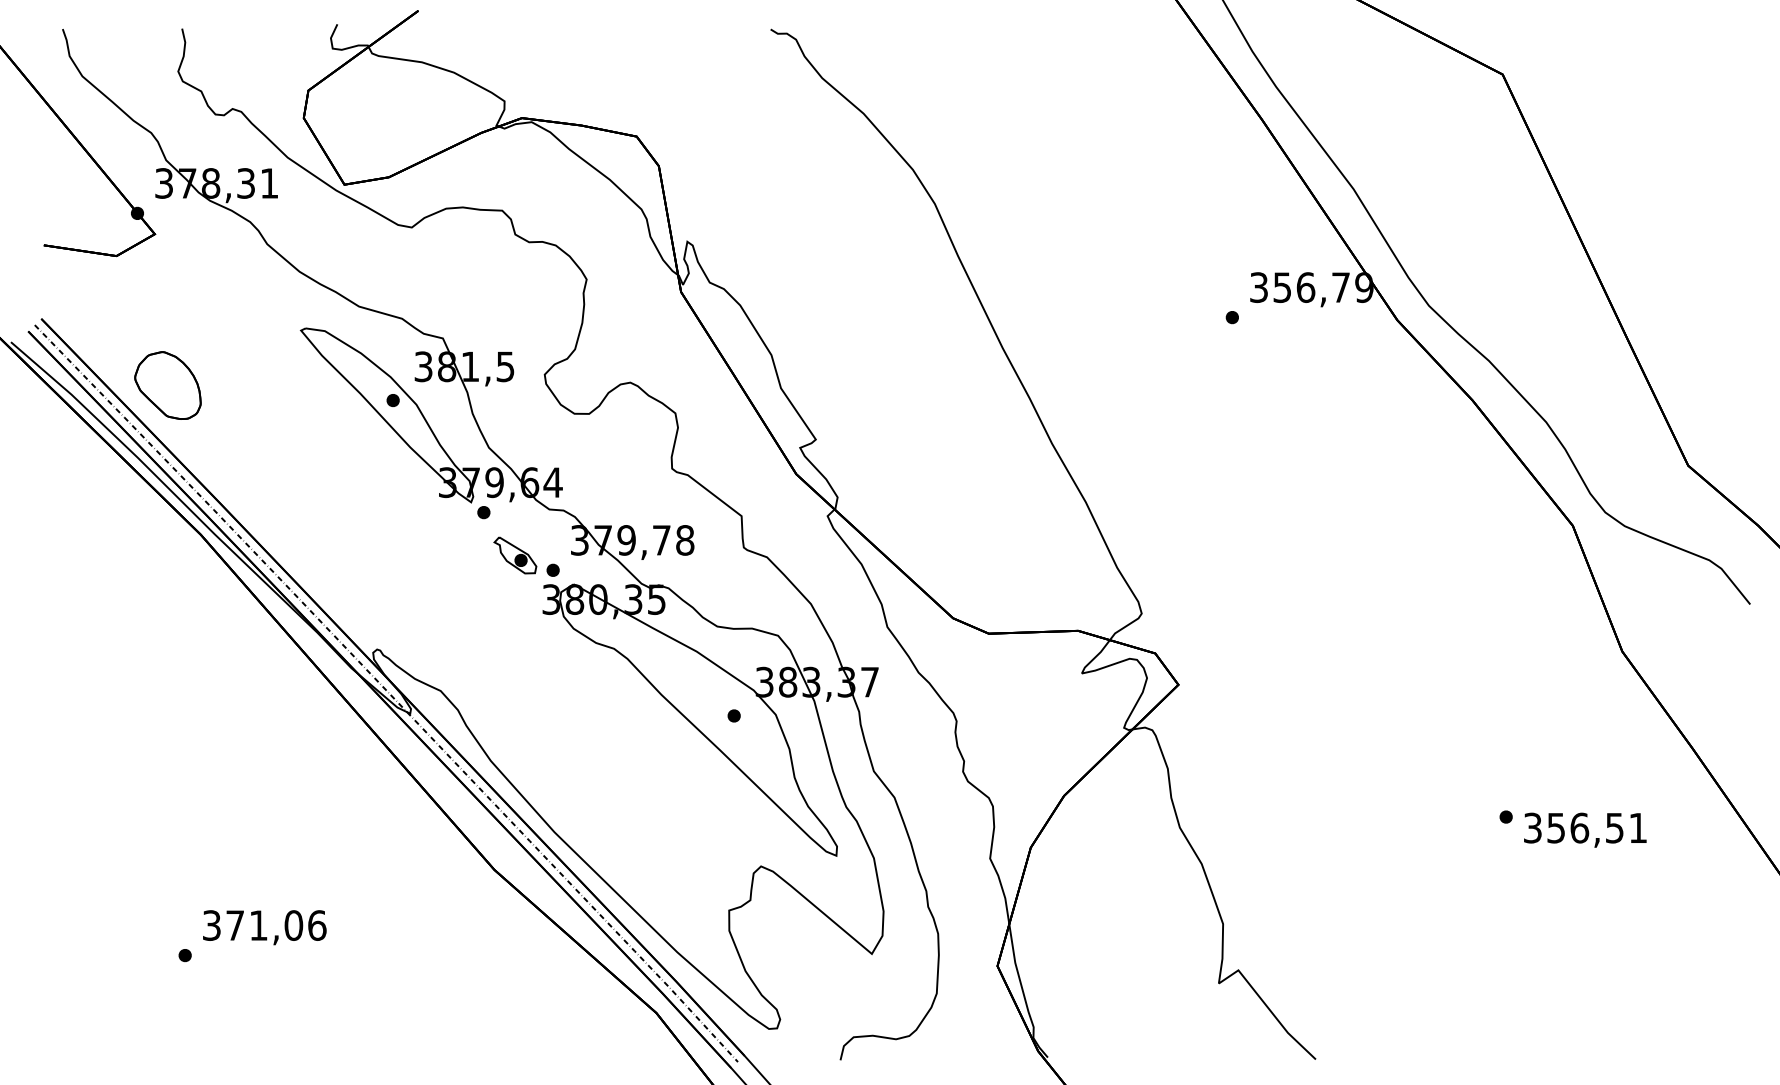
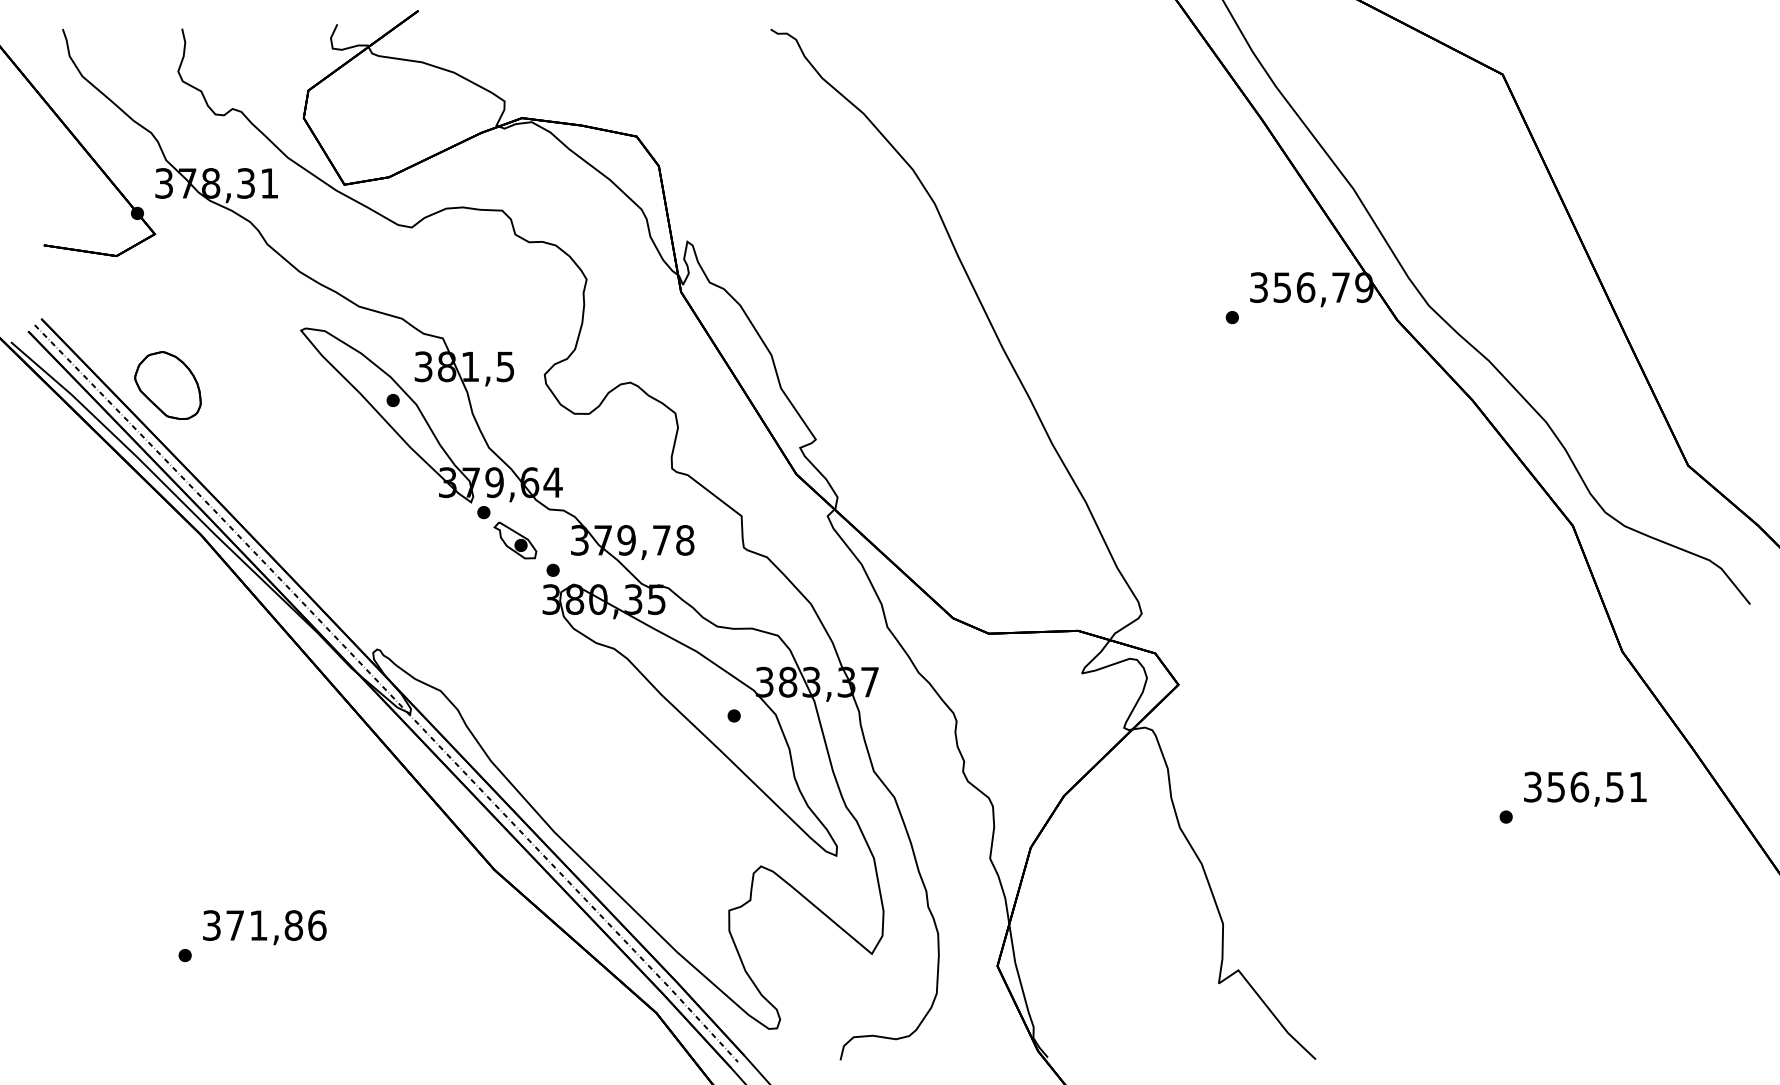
part at (515, 555) position: (515, 555) -> (515, 540)
text at (1585, 829) position: (1585, 829) -> (1585, 788)
text at (293, 925): 371,06 -> 371,86
